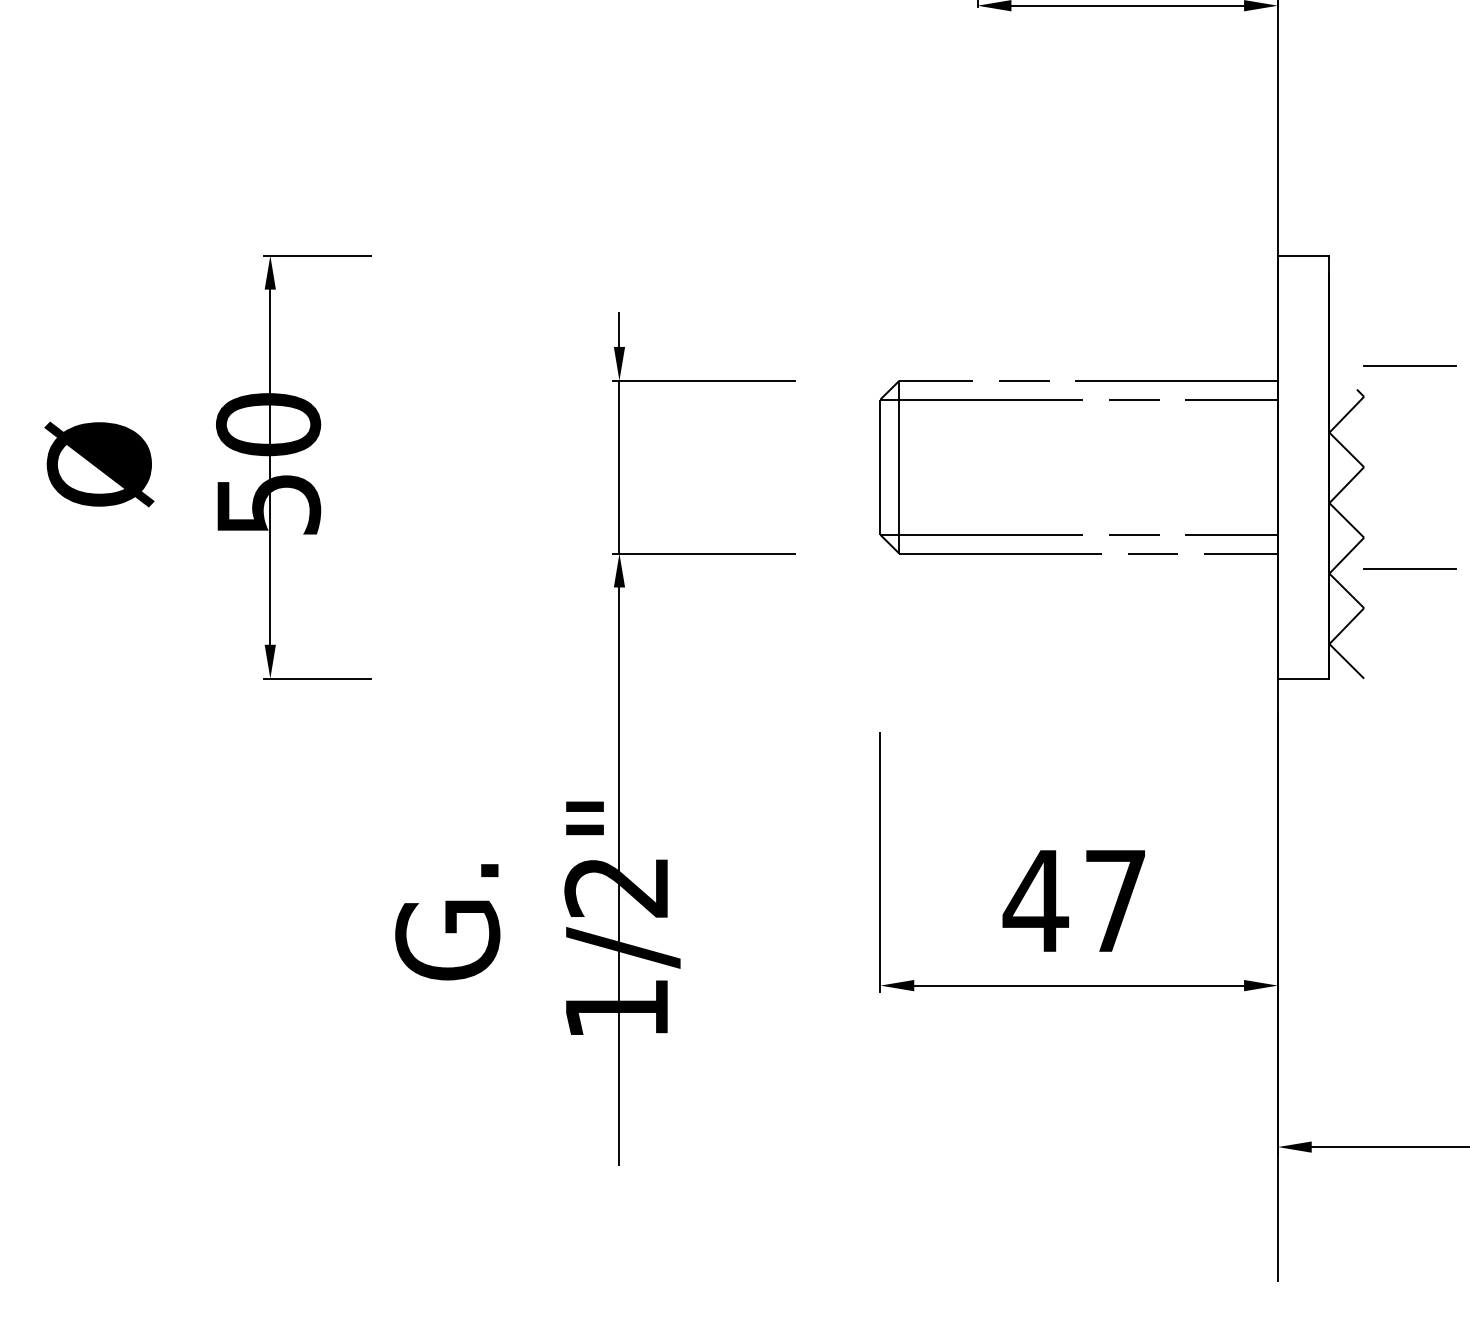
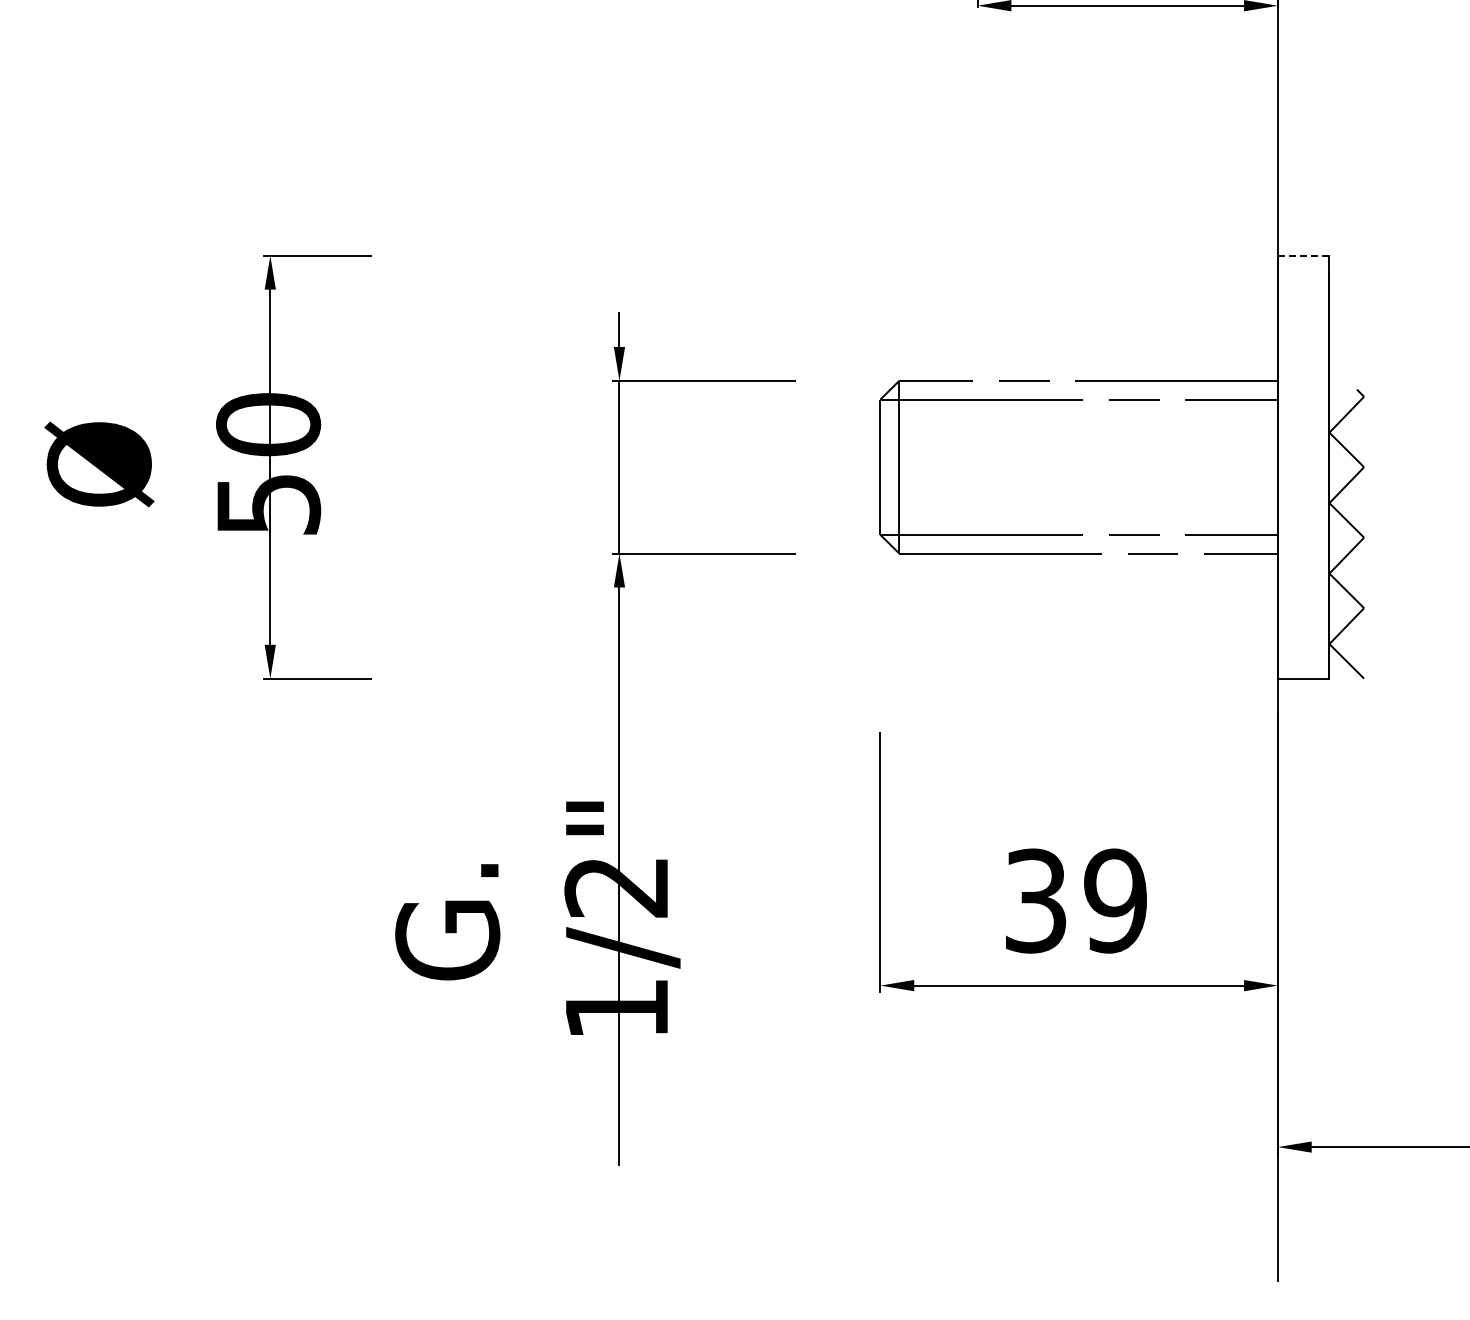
line at (1302, 255): solid -> dashed
line at (1409, 365): present -> none
line at (1409, 568): present -> none
text at (1074, 900): 47 -> 39
